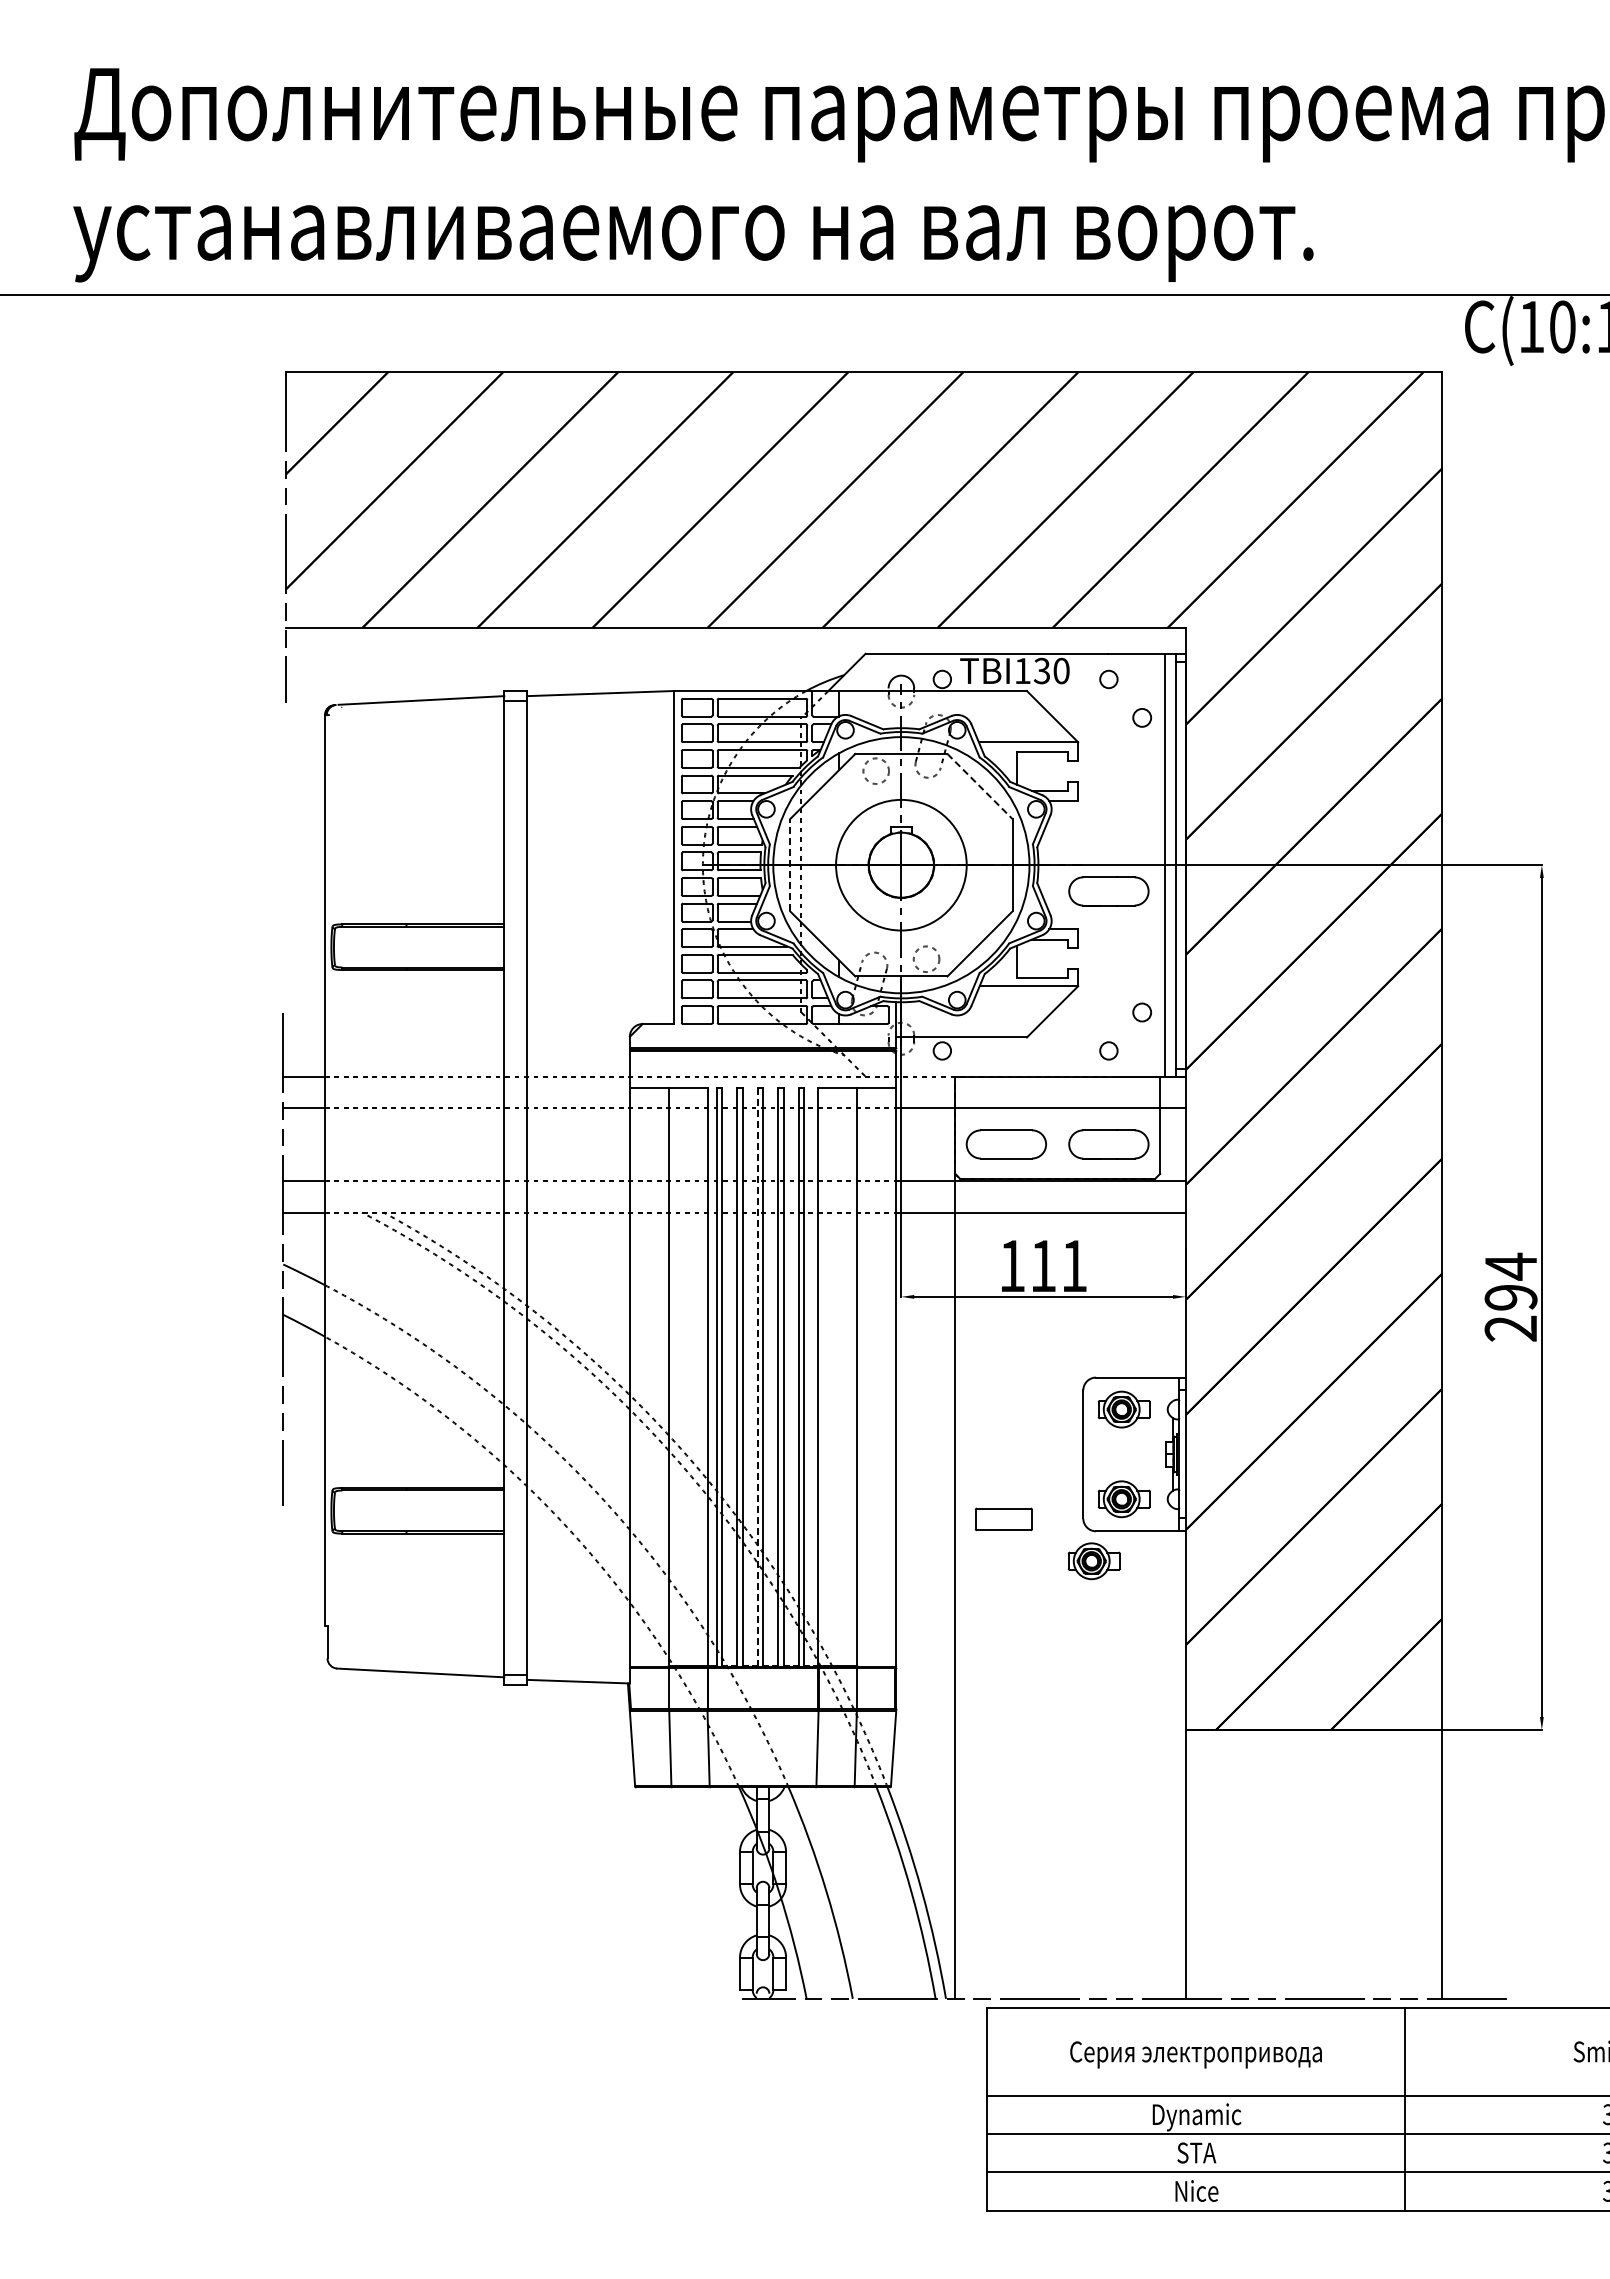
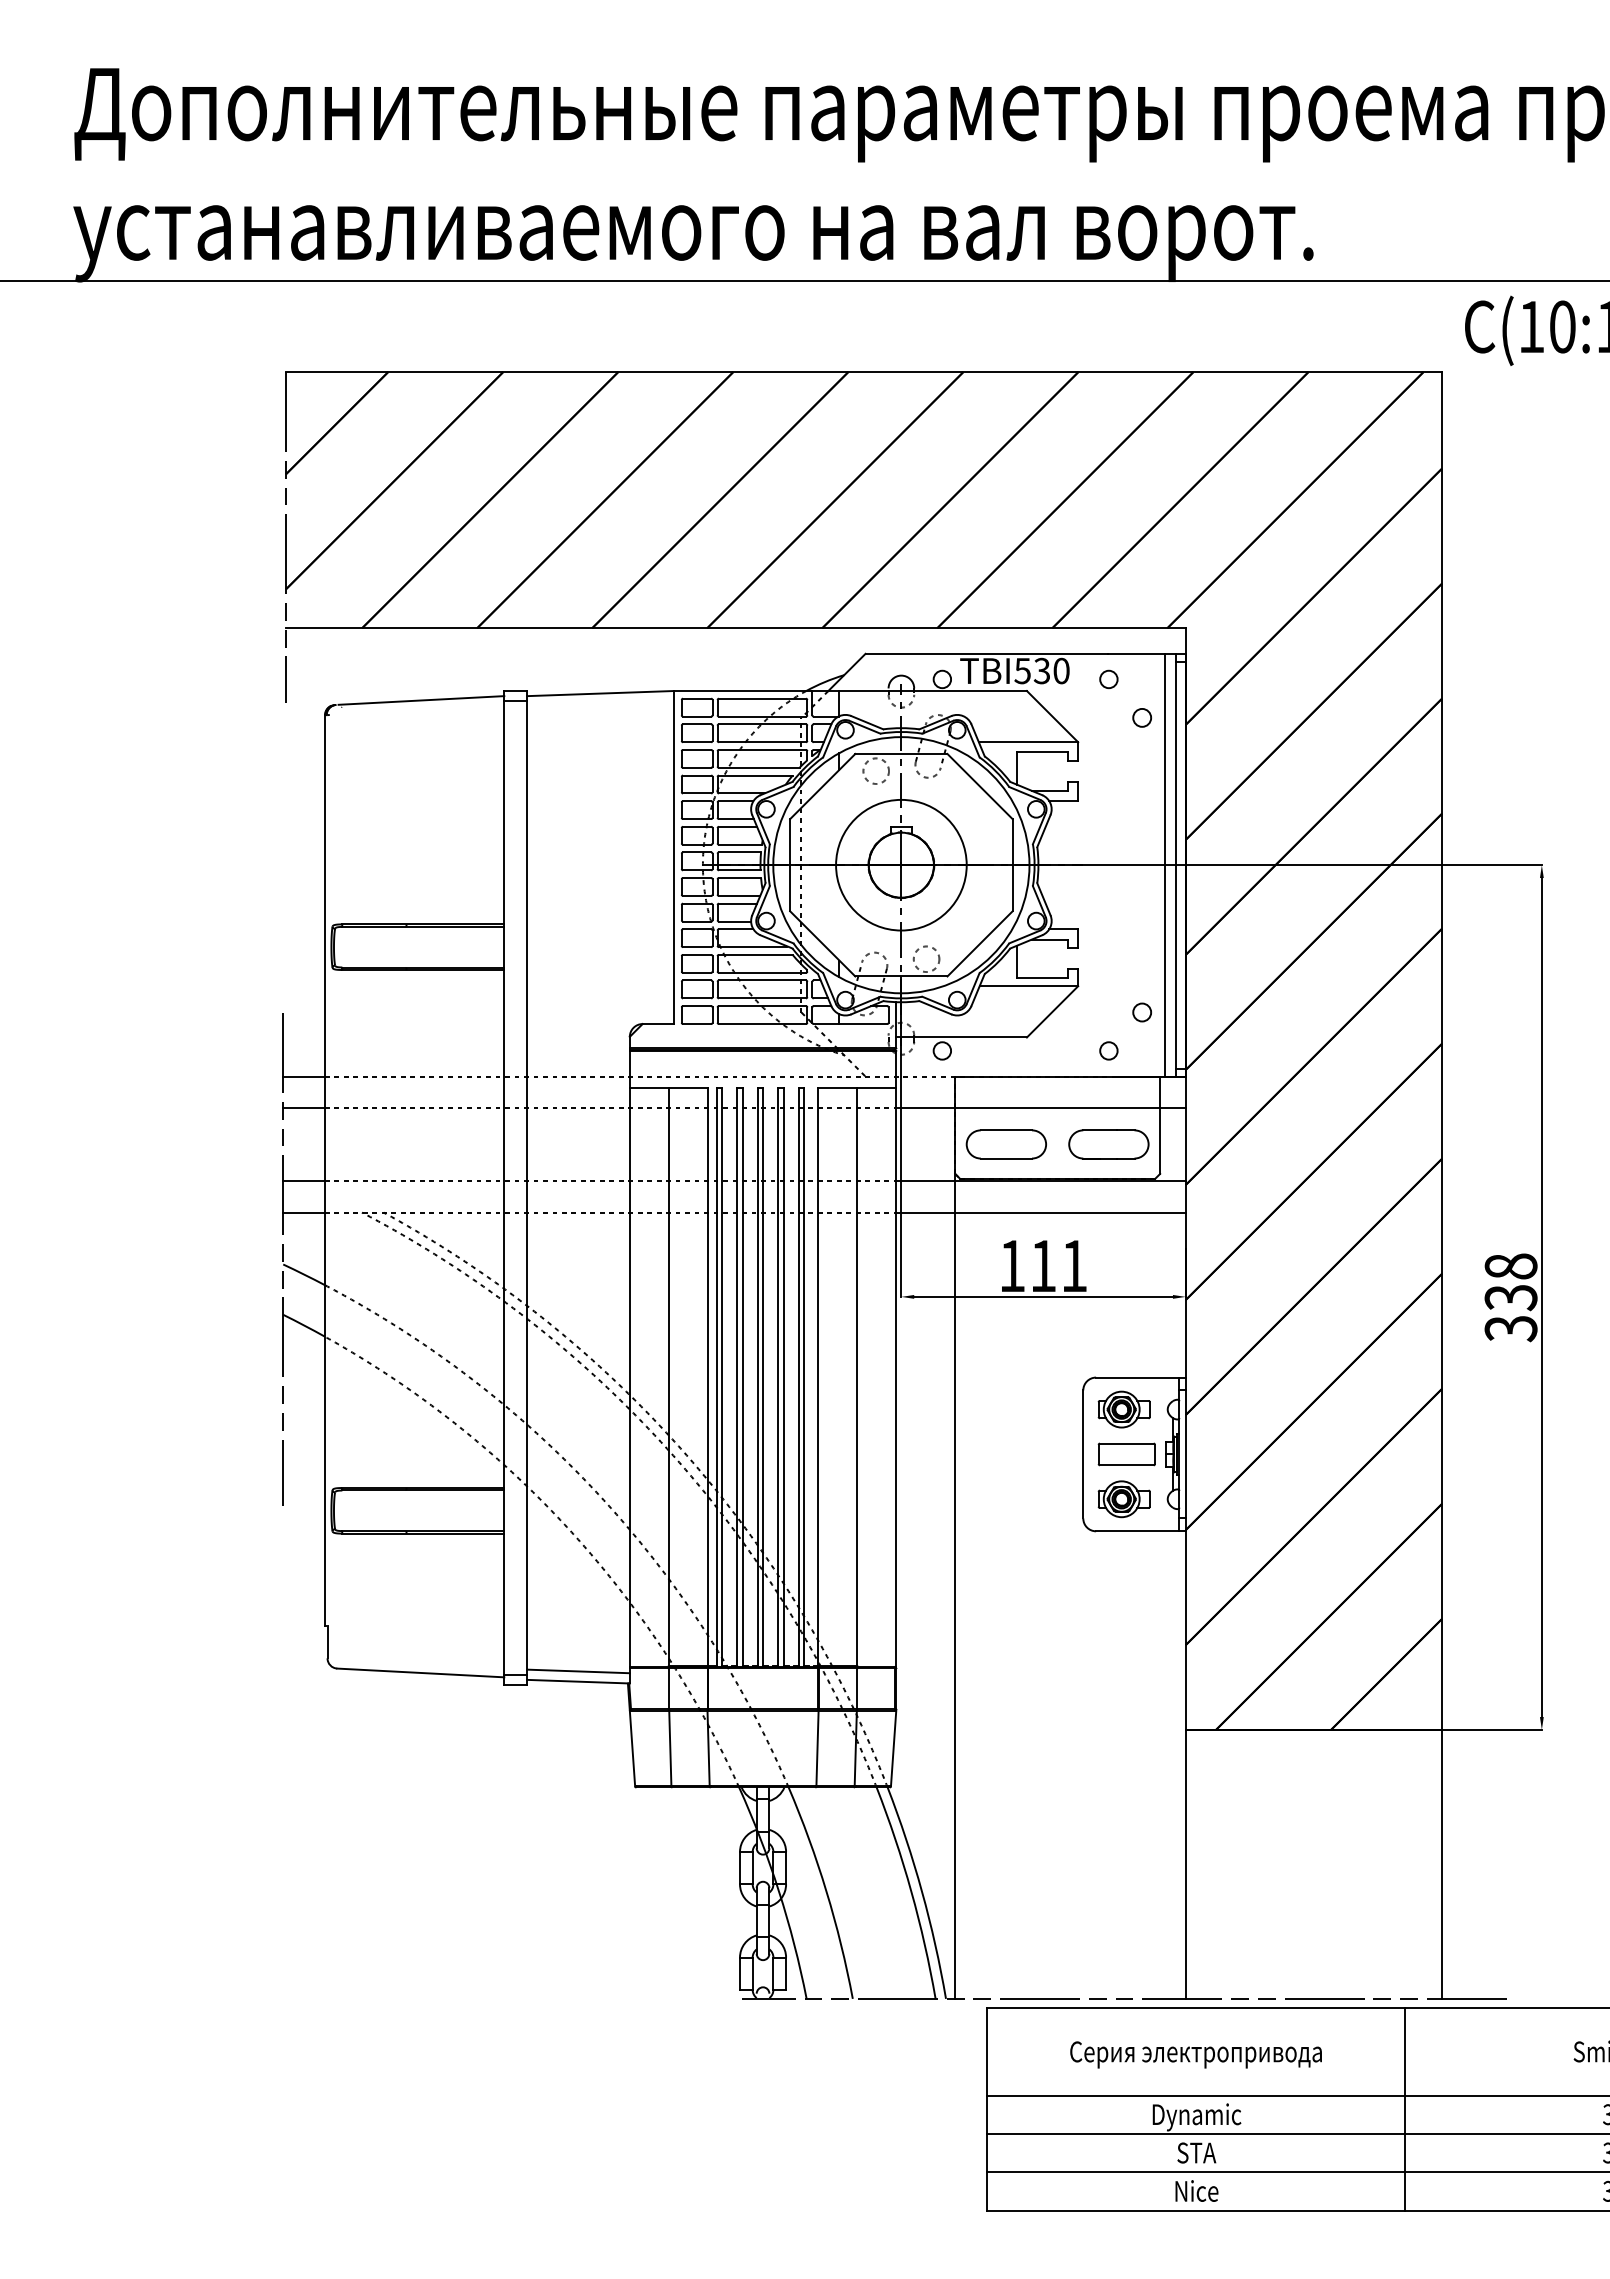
line at (804, 294) position: (804, 294) -> (804, 280)
text at (1022, 671): TBI130 -> TBI530
line at (980, 786): dashed -> solid
line at (790, 864): dashed -> solid
part at (1108, 891): present -> none
text at (1510, 1297): 294 -> 338
line at (757, 1377): dashed -> solid
part at (1003, 1519) position: (1003, 1519) -> (1126, 1454)
part at (1093, 1561): present -> none
line at (578, 1671): none -> present
